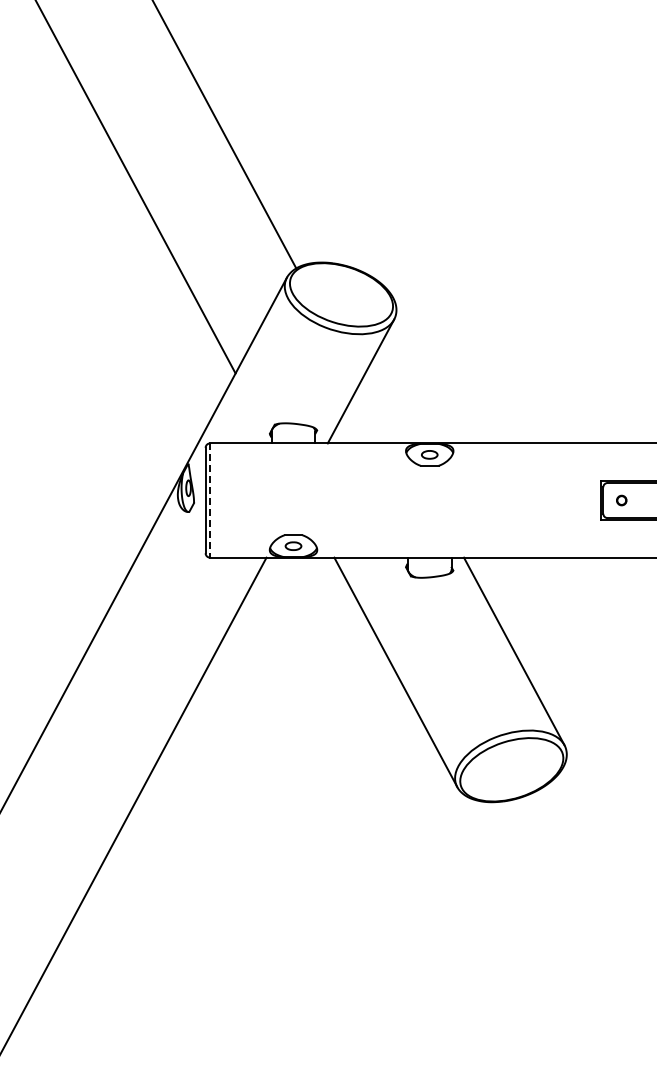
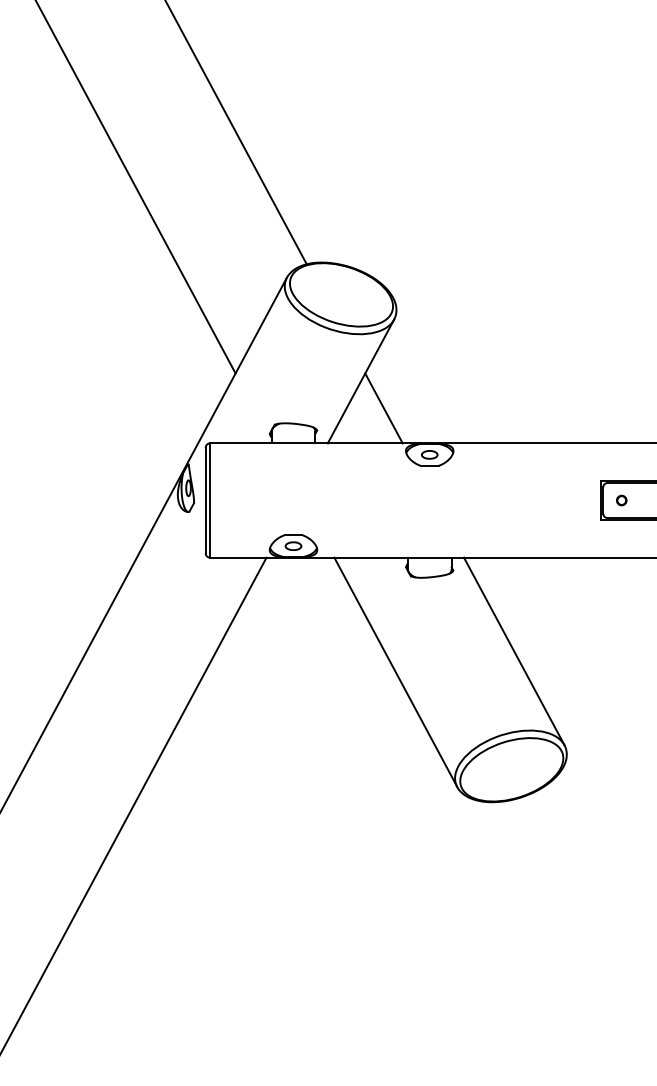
line at (224, 135) position: (224, 135) -> (236, 133)
line at (383, 408): none -> present
line at (210, 501): dashed -> solid
